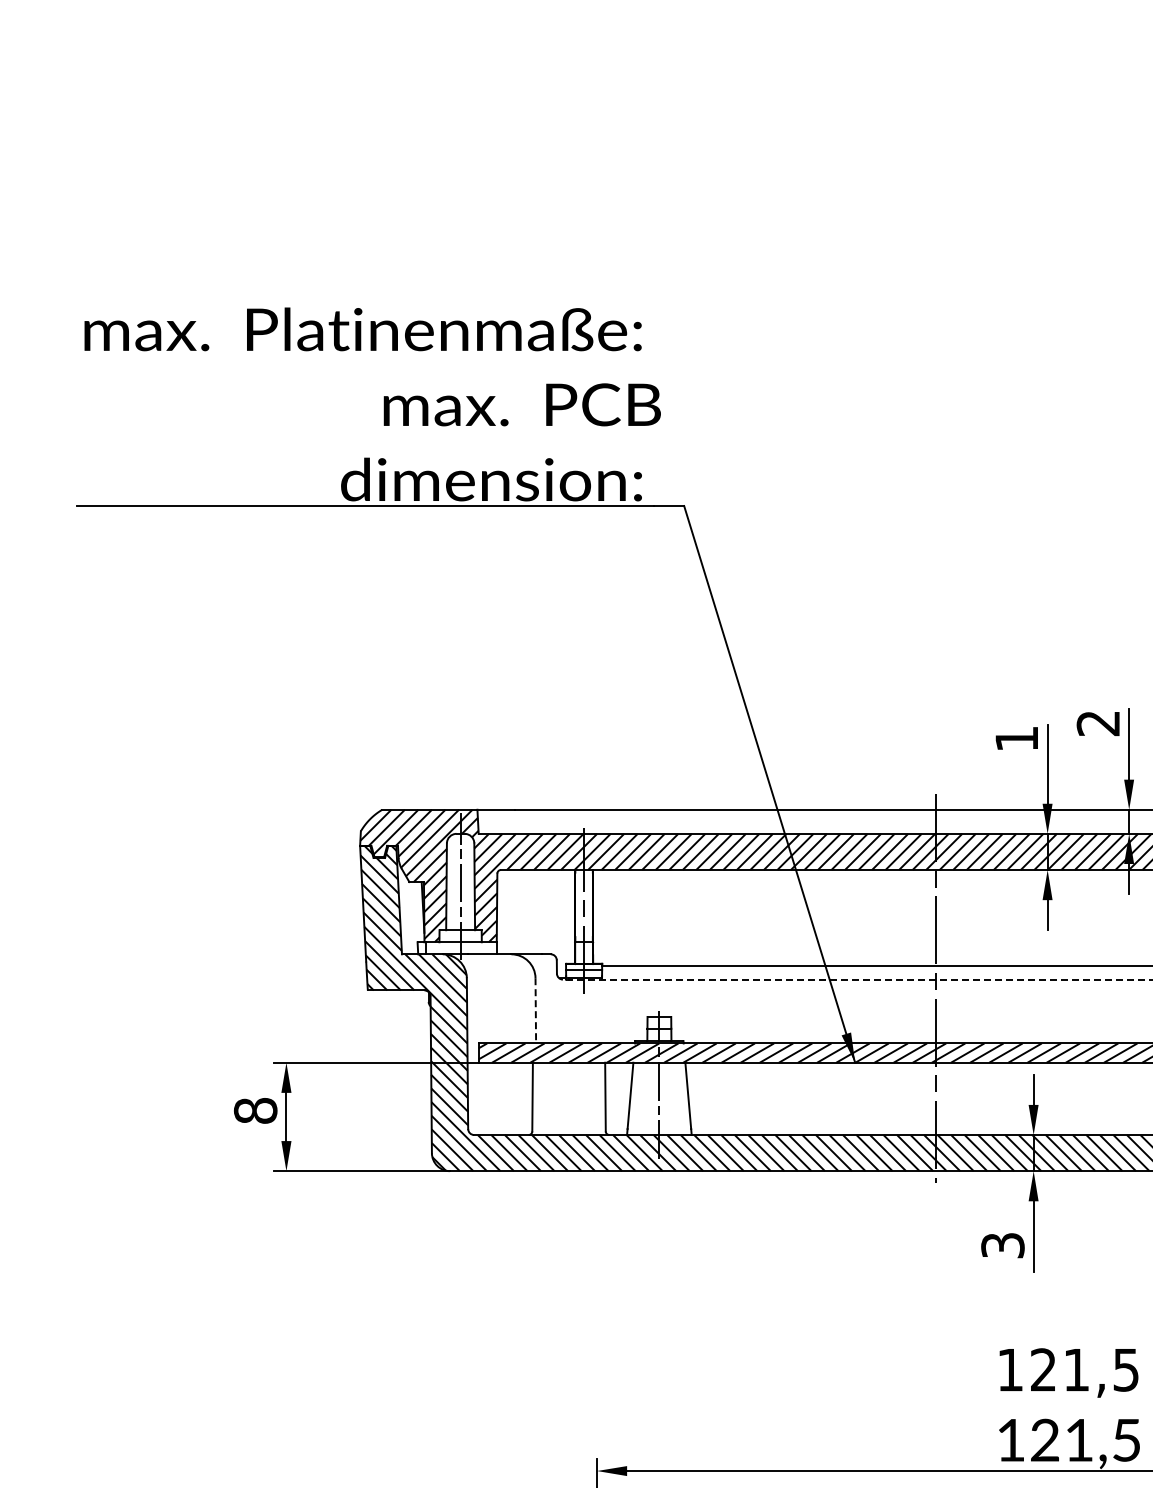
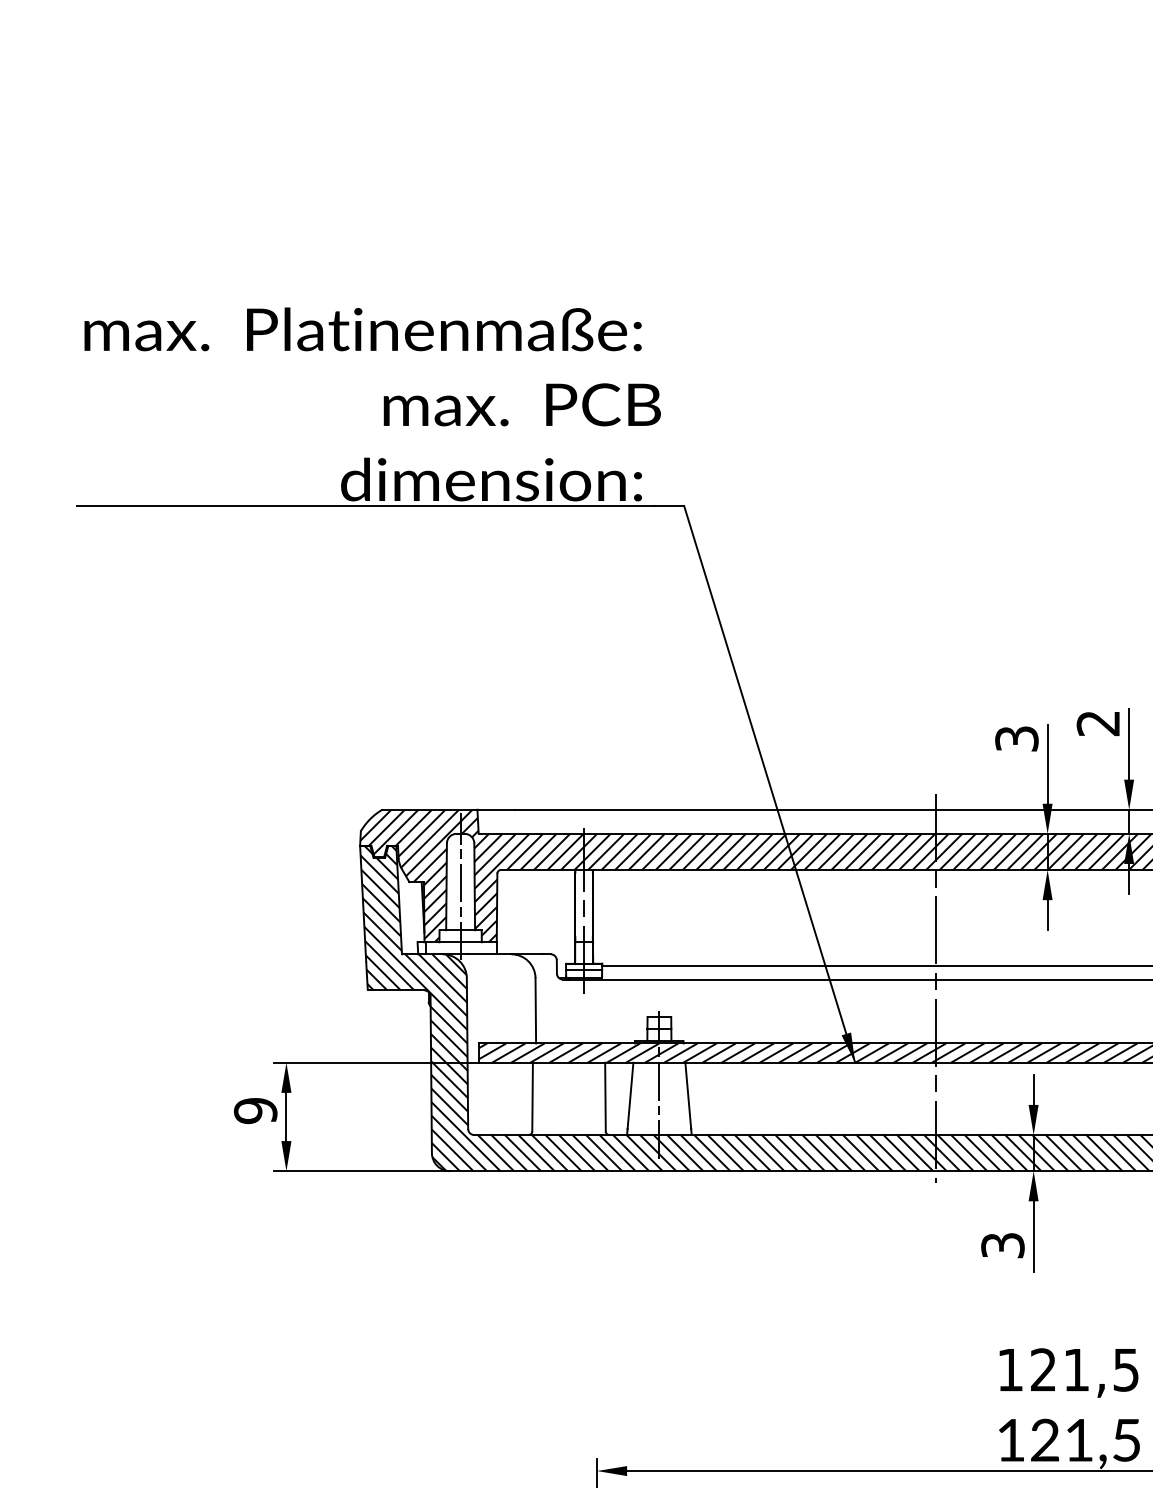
text at (1016, 738): 1 -> 3
line at (857, 979): dashed -> solid
line at (535, 1010): dashed -> solid
text at (255, 1111): 8 -> 9
